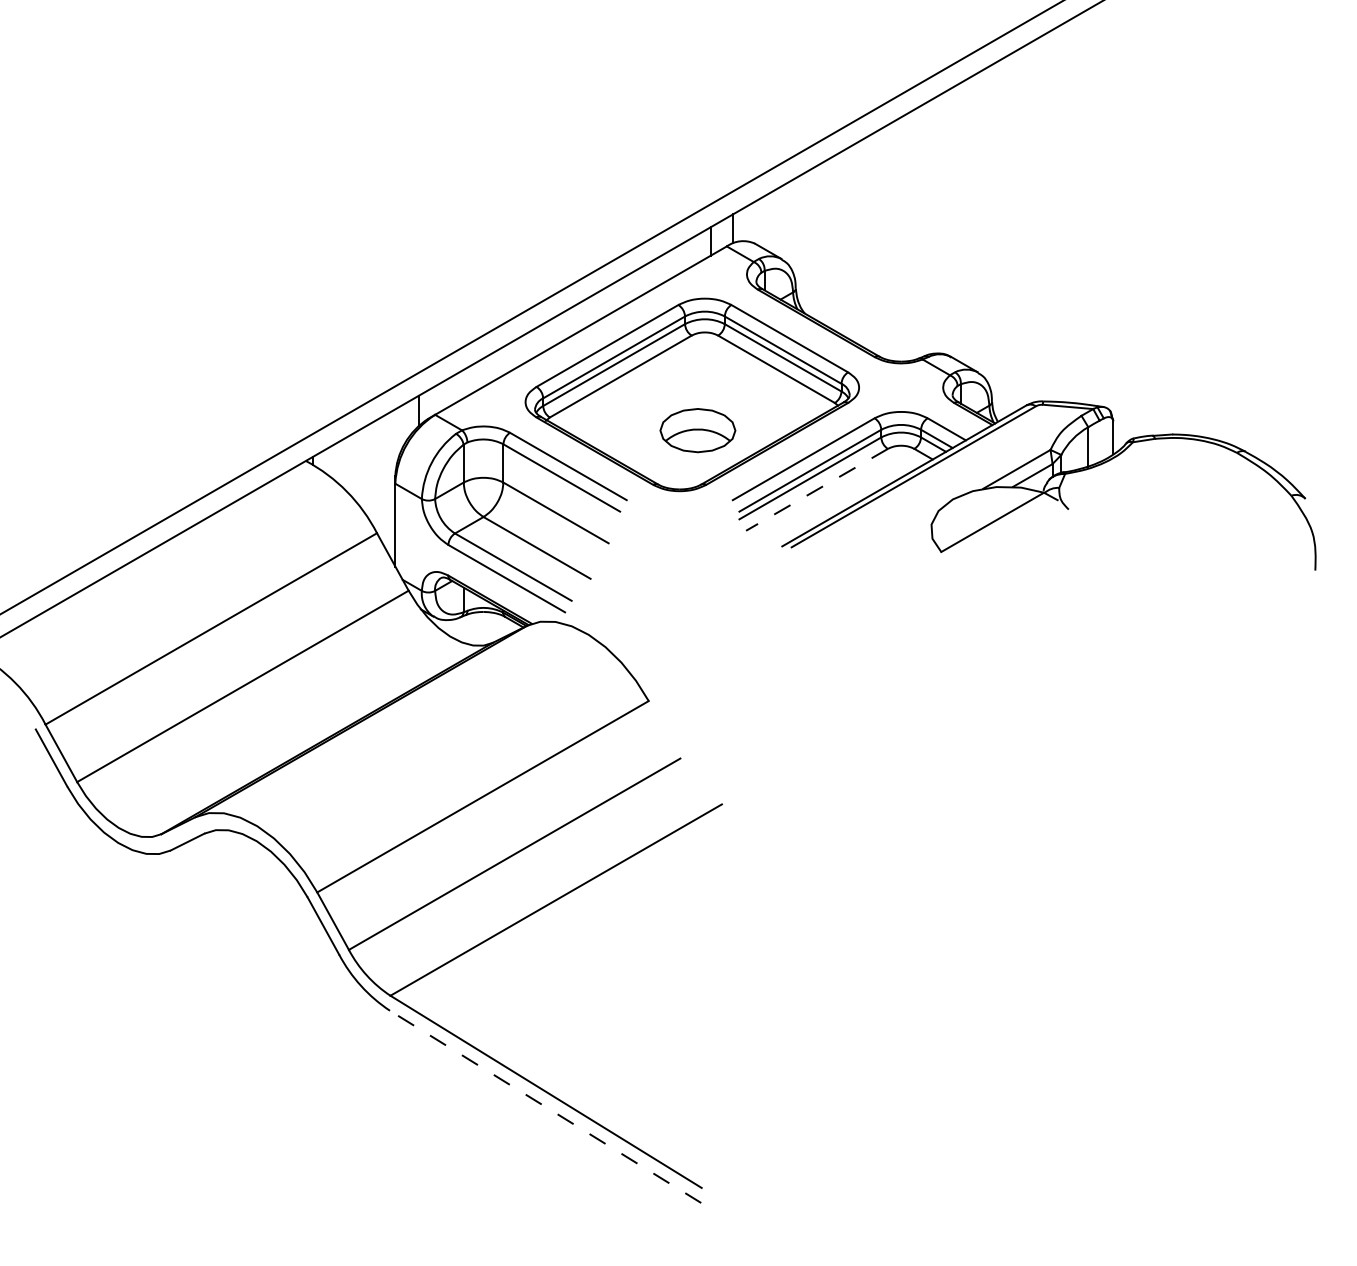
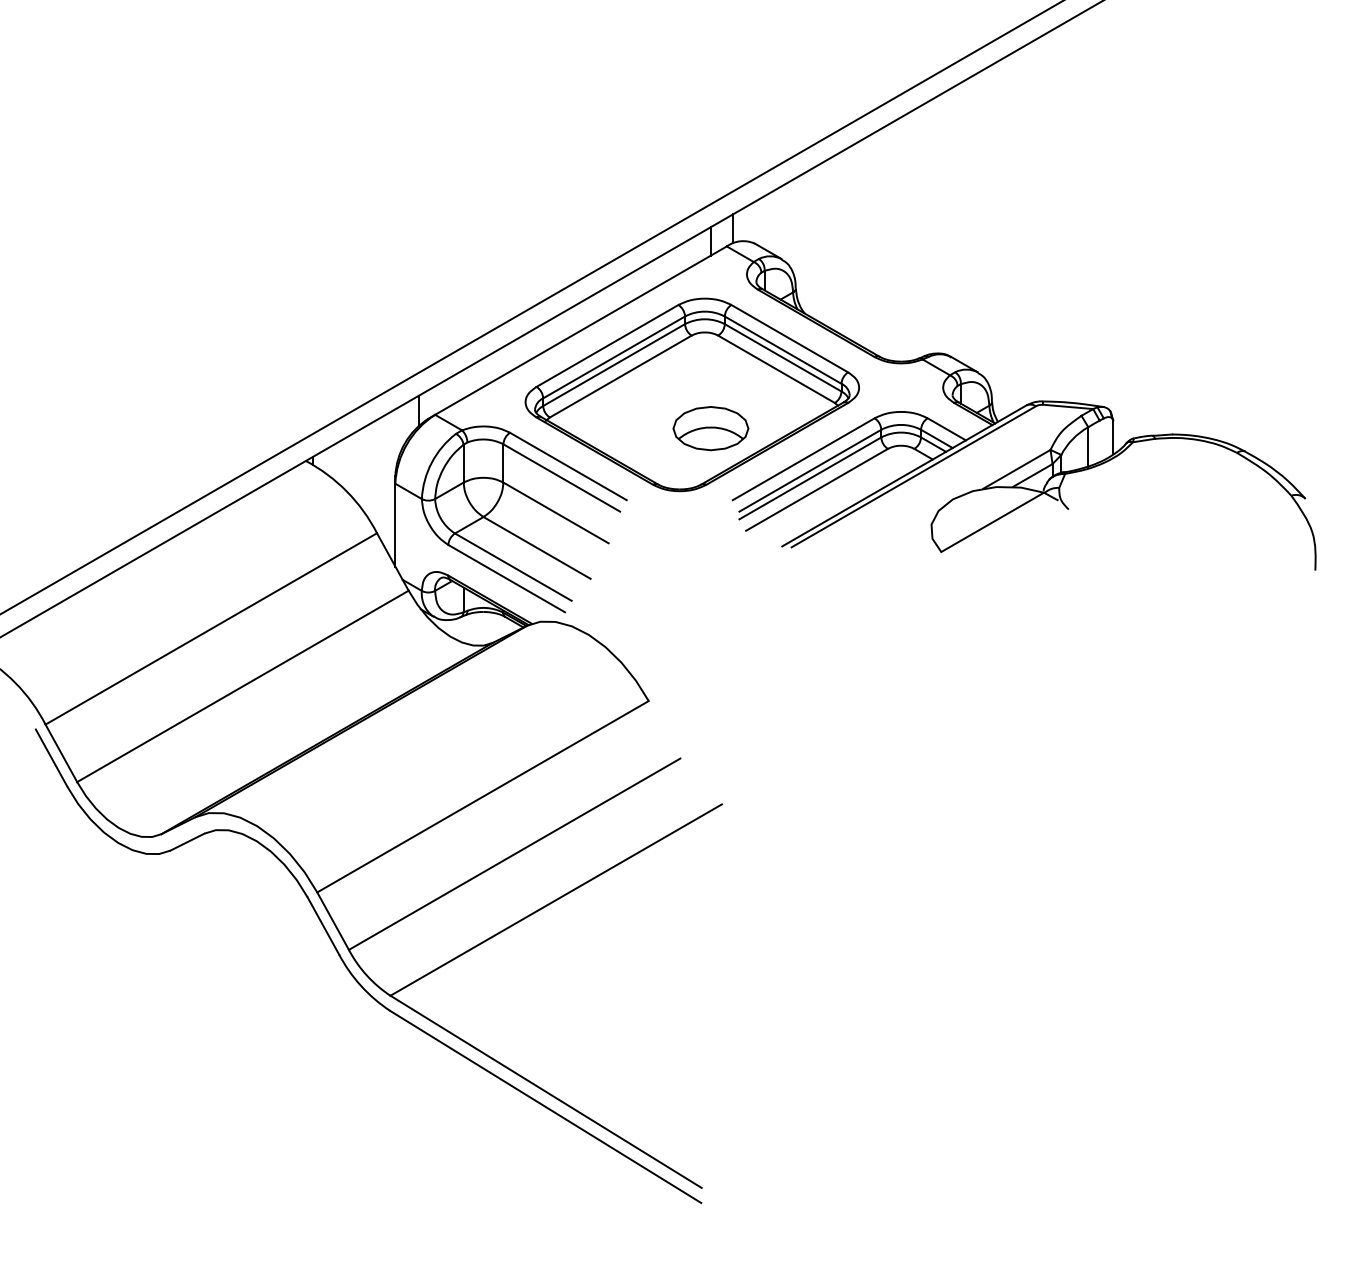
part at (697, 430) position: (697, 430) -> (710, 428)
line at (817, 489): dashed -> solid
line at (545, 1106): dashed -> solid
